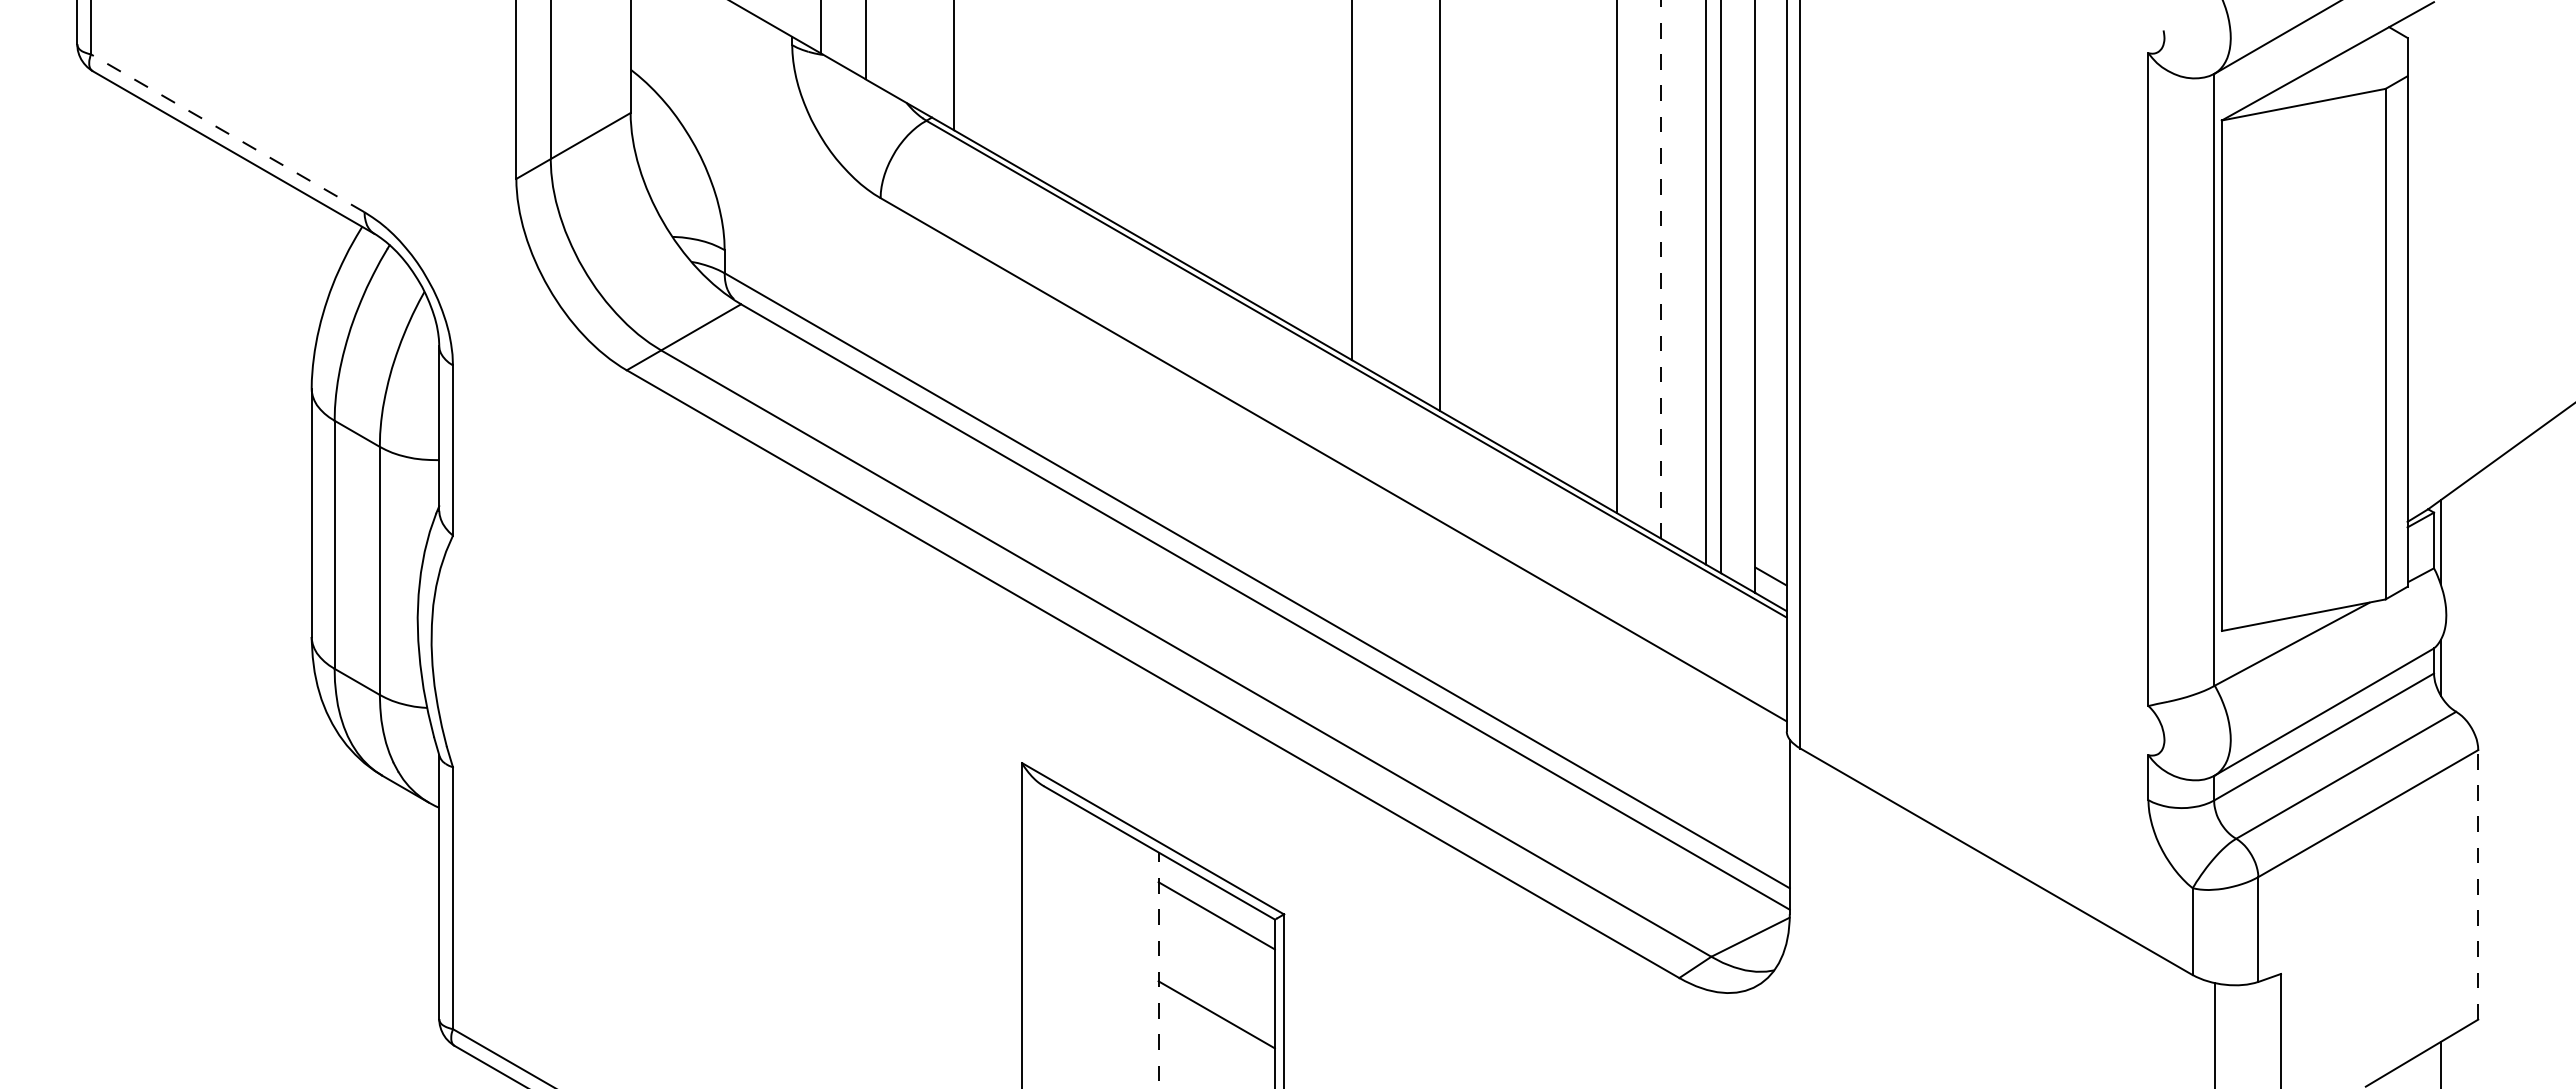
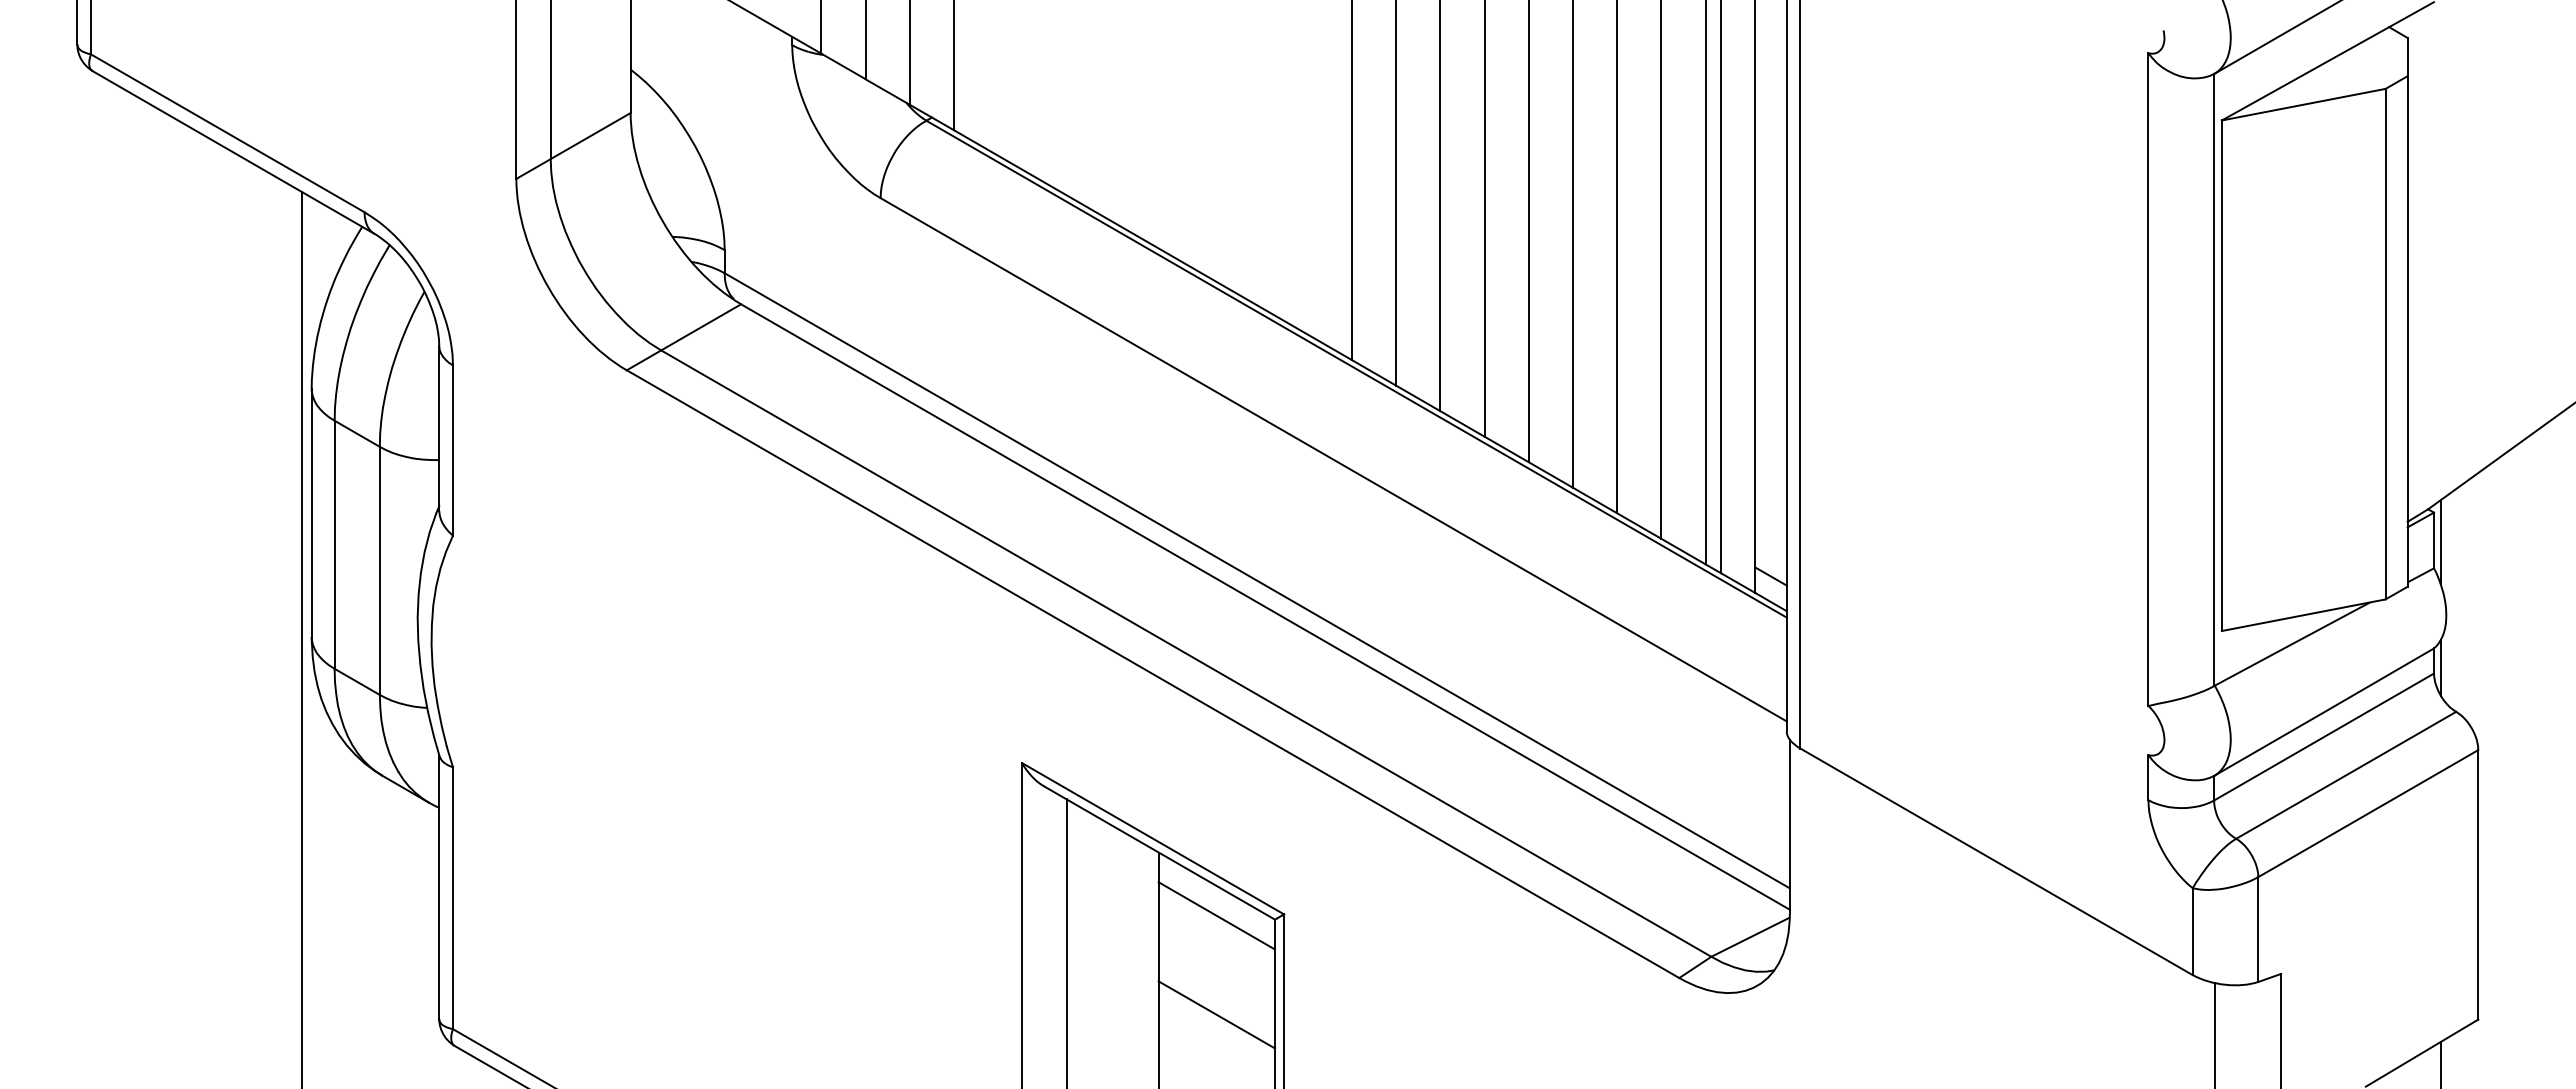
line at (909, 53): none -> present
line at (227, 133): dashed -> solid
line at (1396, 193): none -> present
line at (1484, 219): none -> present
line at (1528, 232): none -> present
line at (1573, 244): none -> present
line at (1661, 269): dashed -> solid
line at (302, 638): none -> present
line at (2478, 884): dashed -> solid
line at (1066, 942): none -> present
line at (1158, 970): dashed -> solid
